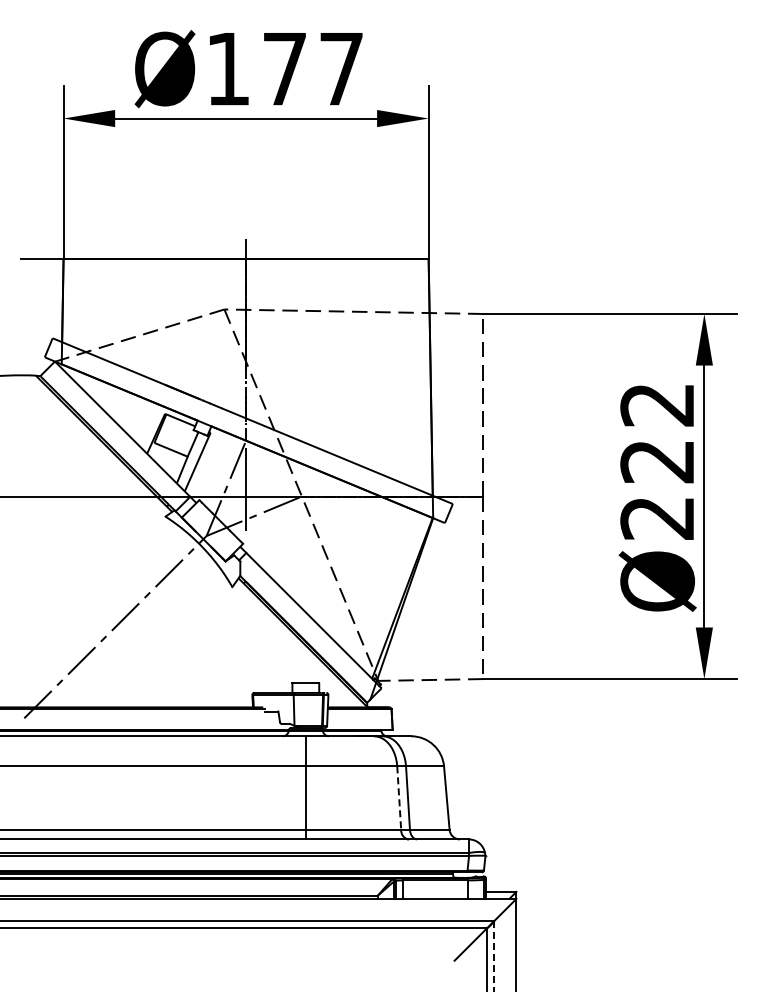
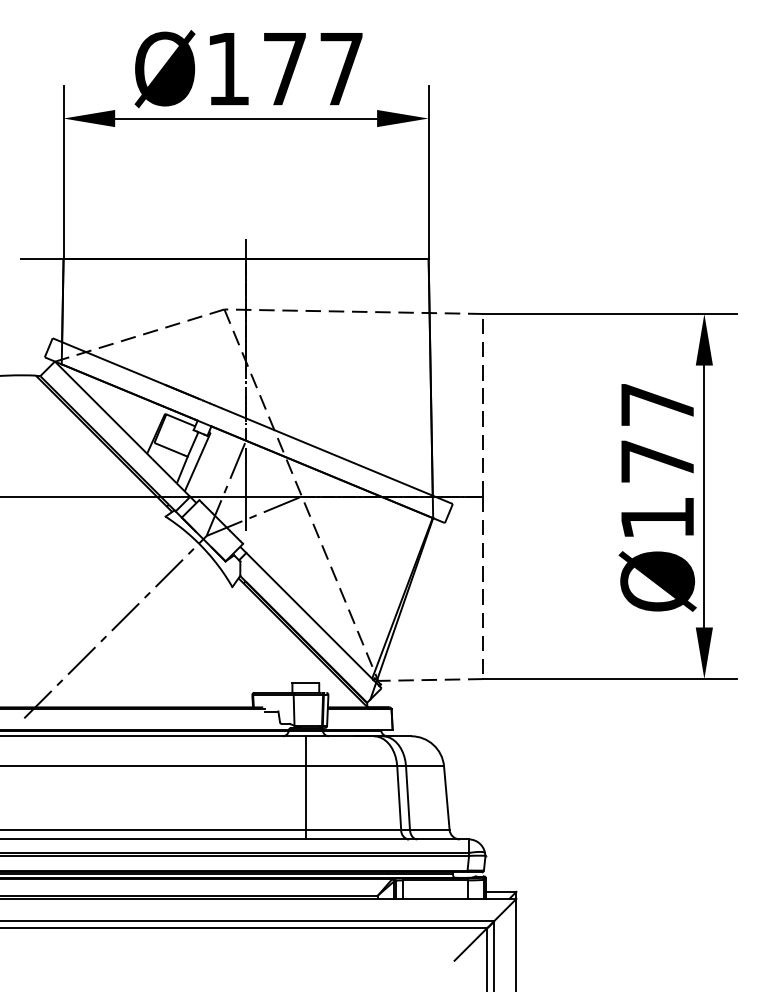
text at (656, 461): Ø222 -> Ø177
line at (399, 798): dashed -> solid
line at (494, 956): dashed -> solid
